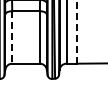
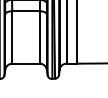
line at (76, 31): dashed -> solid
line at (12, 37): dashed -> solid
